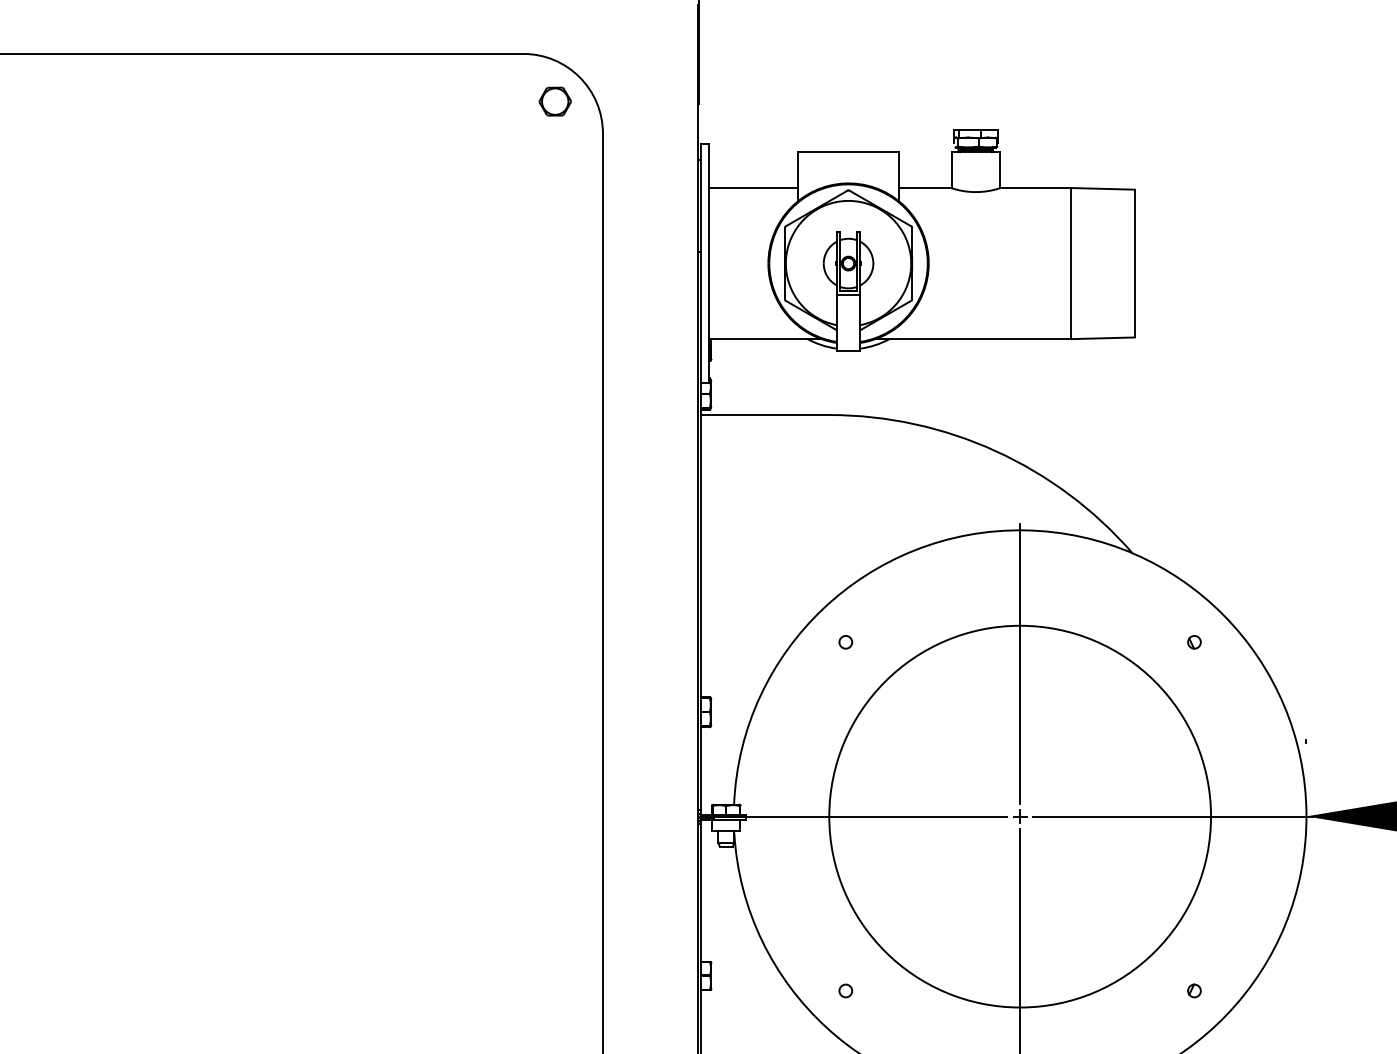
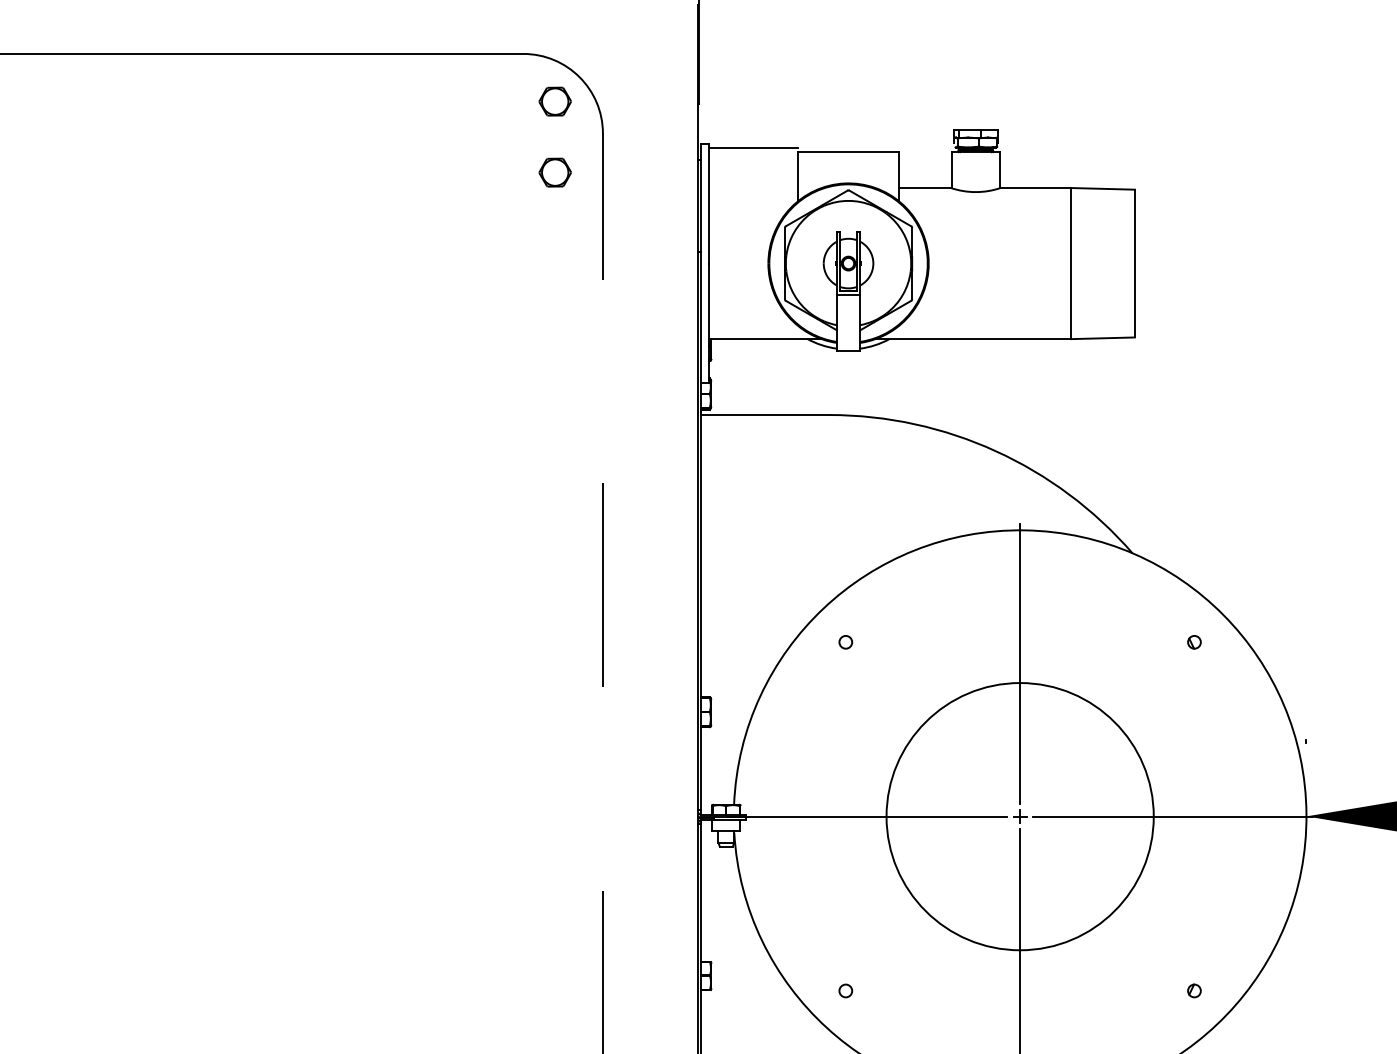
part at (554, 172): none -> present
line at (752, 188) position: (752, 188) -> (752, 148)
line at (602, 593): solid -> dashed
circle at (1020, 816) diameter: 382 px -> 267 px
